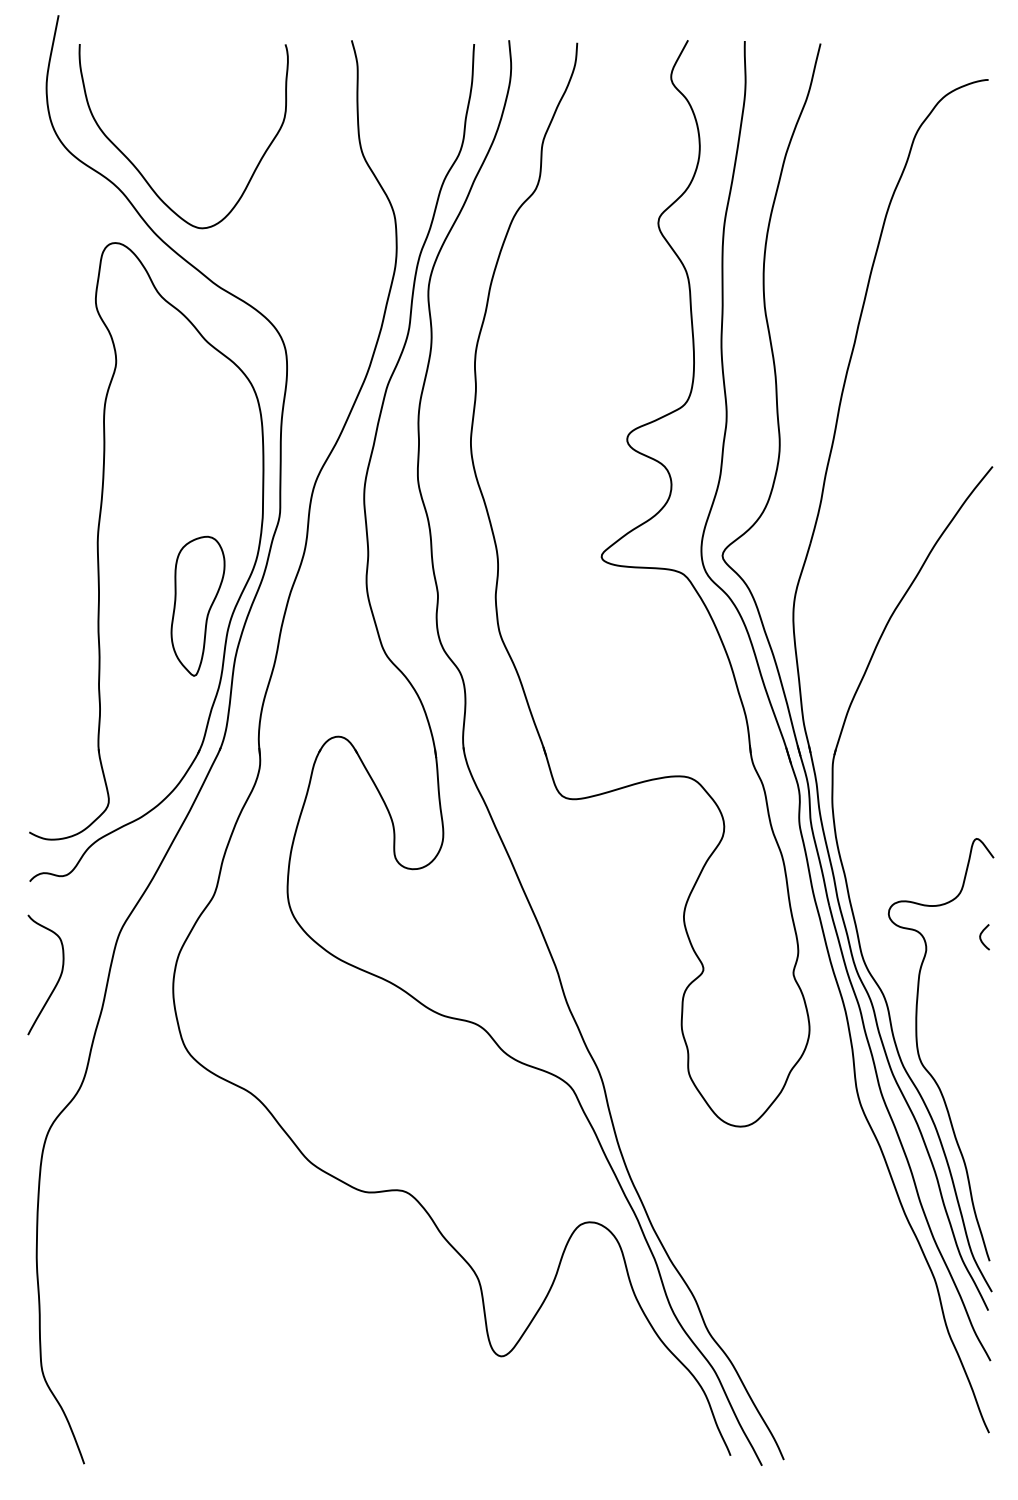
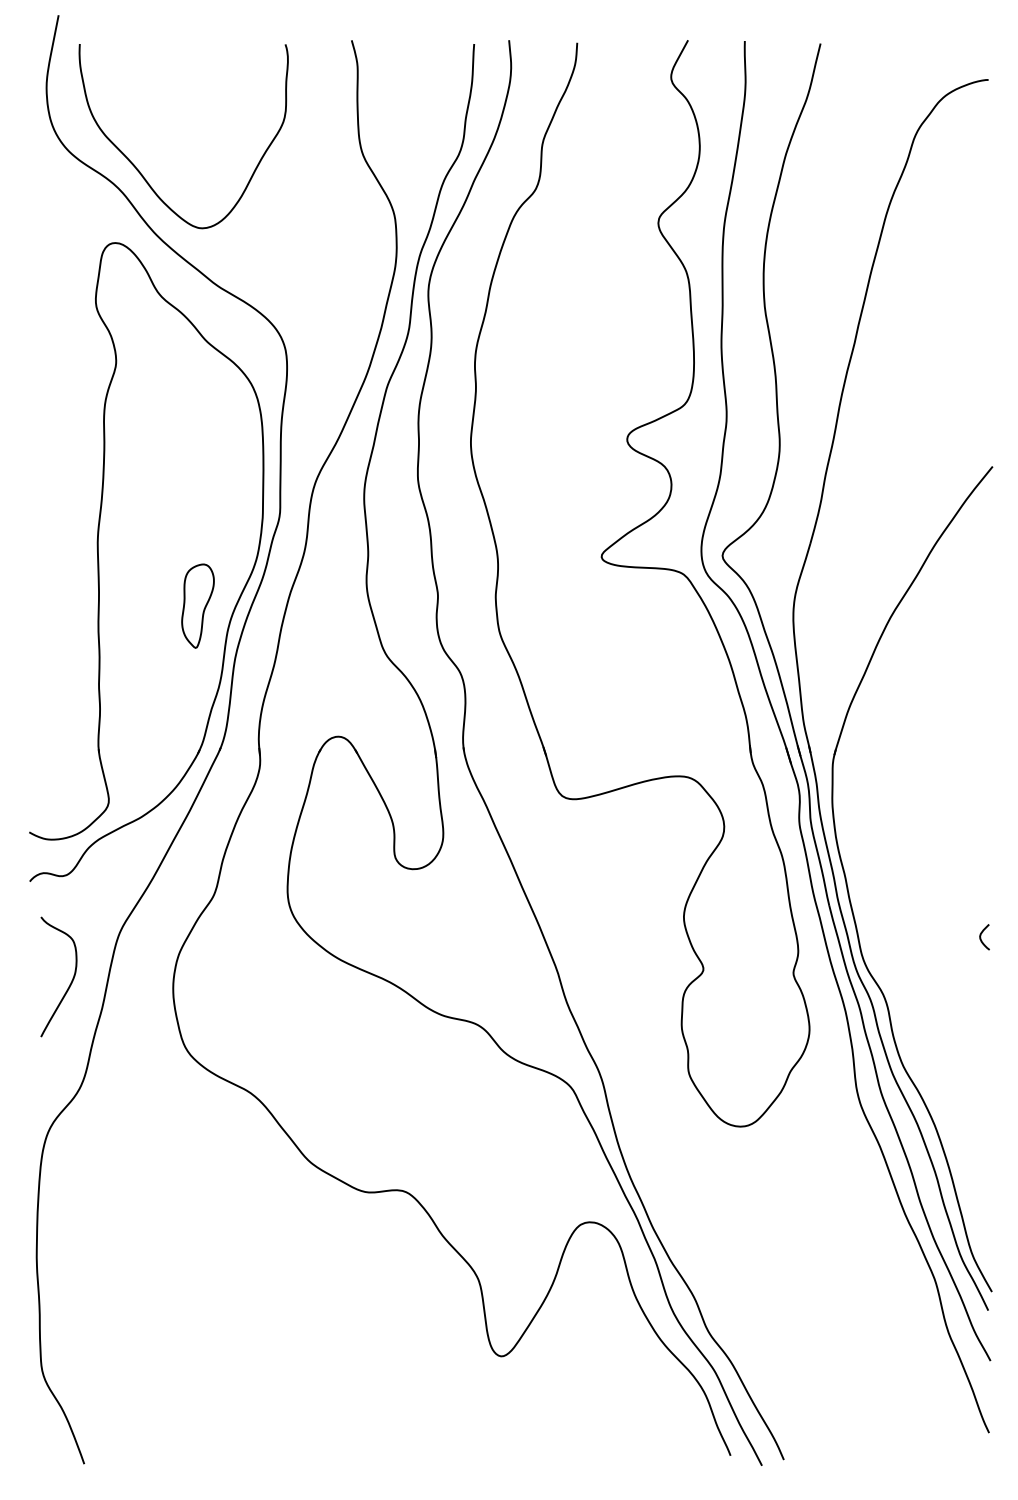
part at (197, 605) size: 56x142 px -> 34x86 px
curve at (57, 980) position: (57, 980) -> (70, 982)
curve at (920, 1056): present -> none
